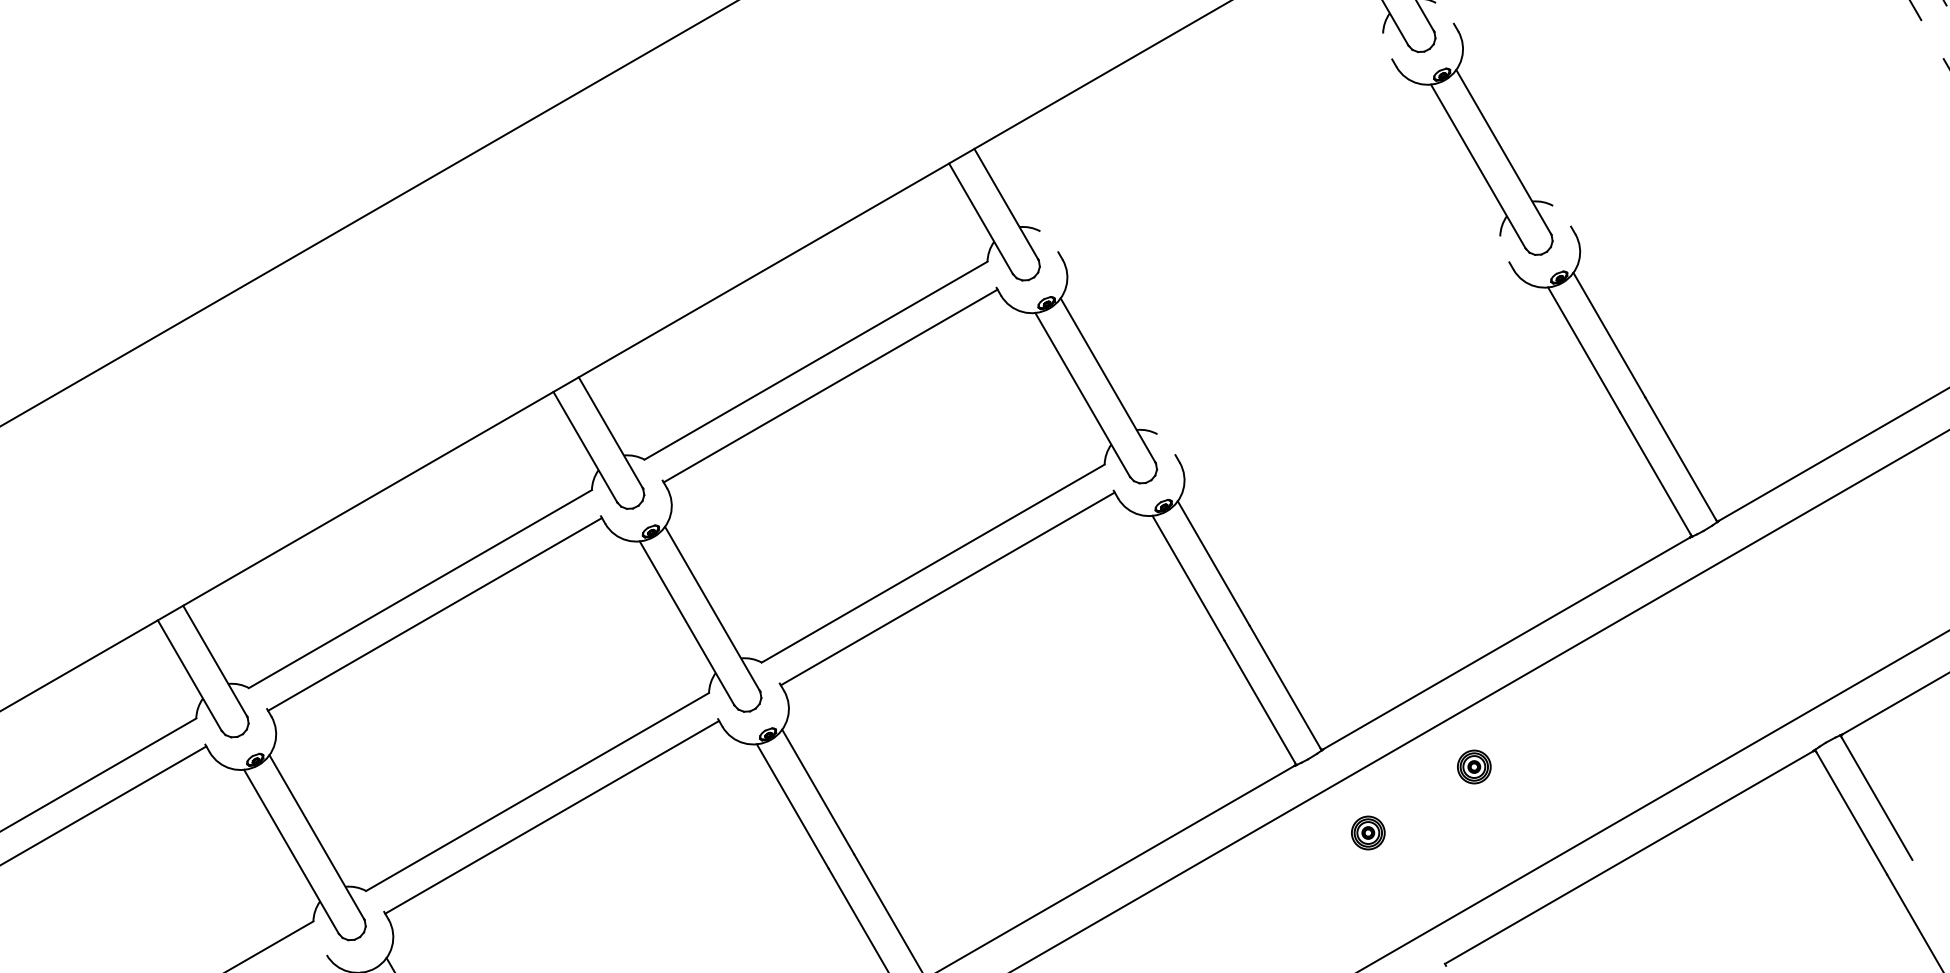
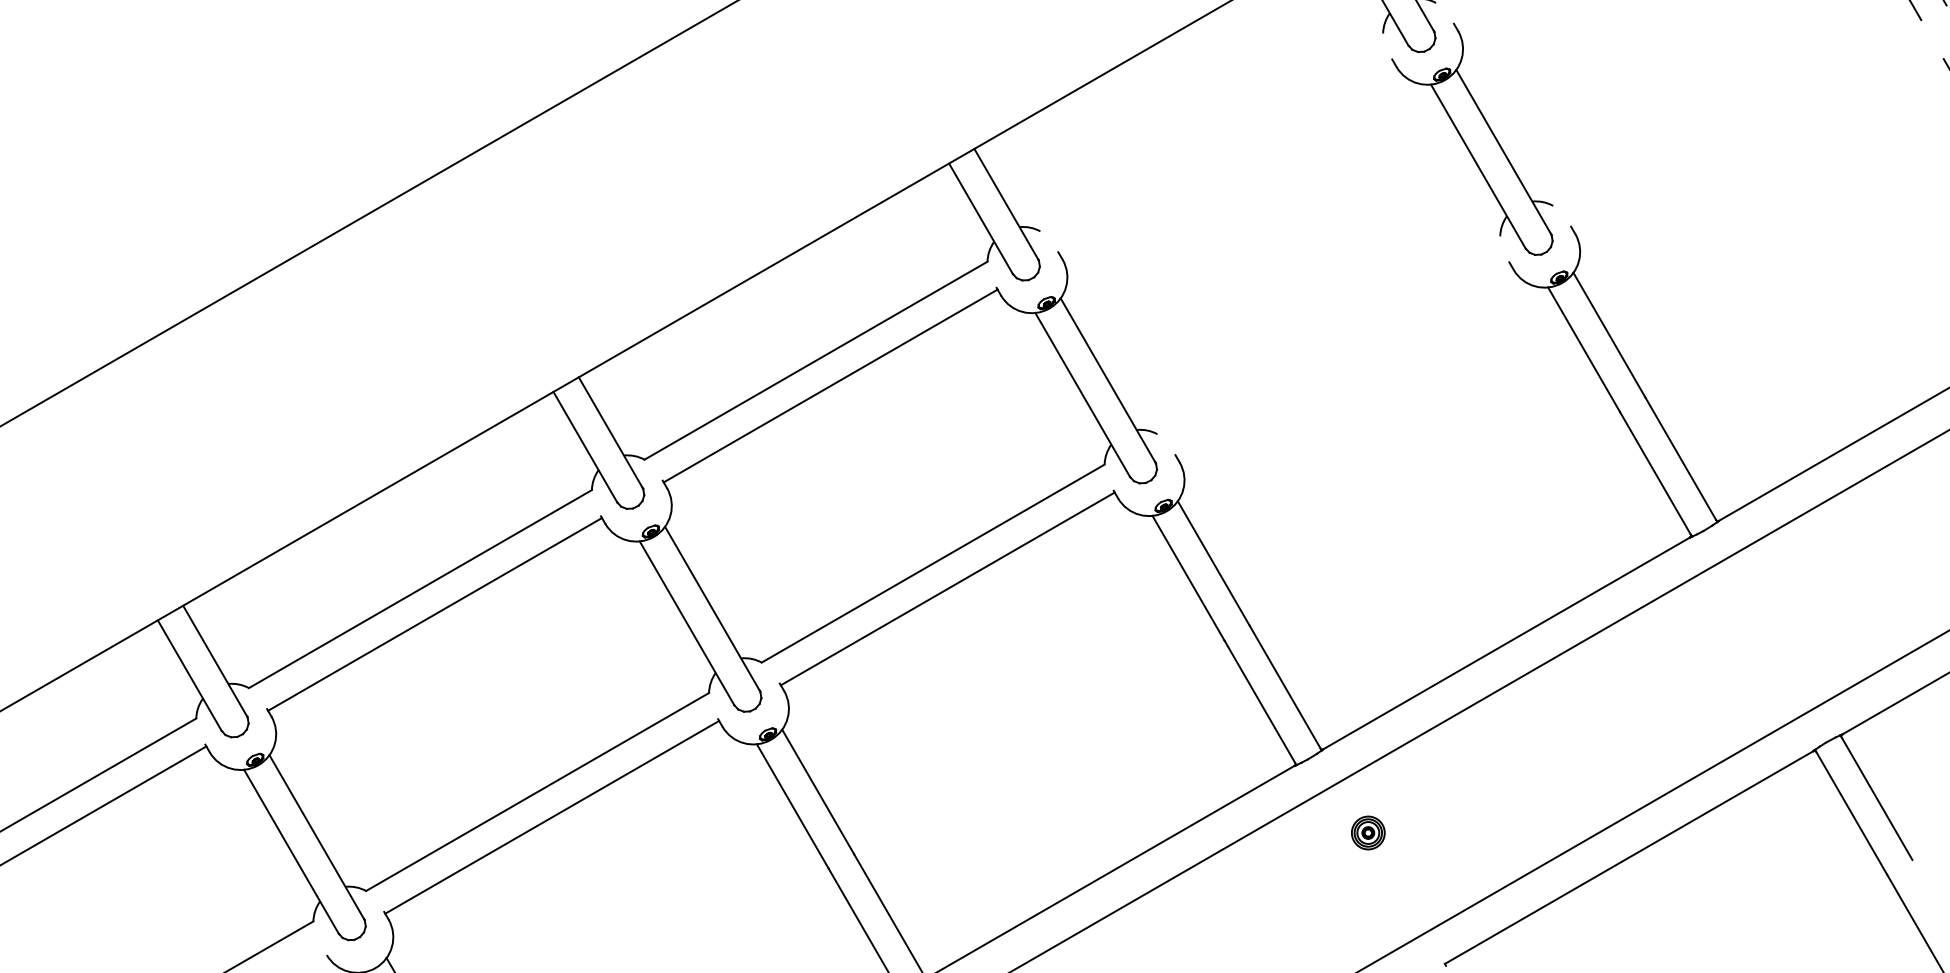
part at (1474, 766): present -> none
